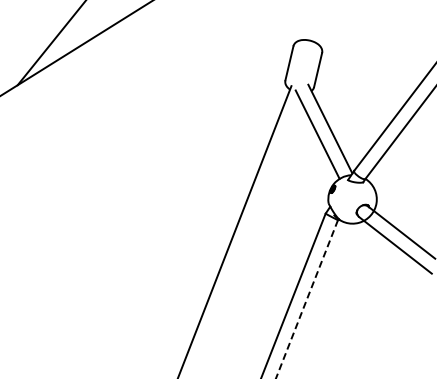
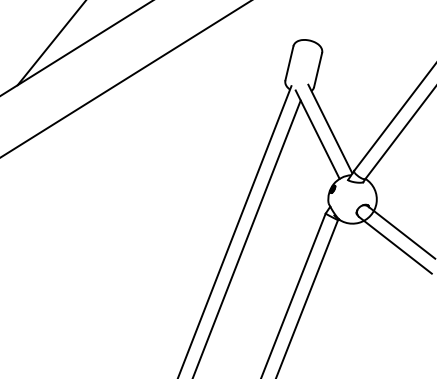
line at (125, 79): none -> present
line at (246, 237): none -> present
line at (307, 299): dashed -> solid
